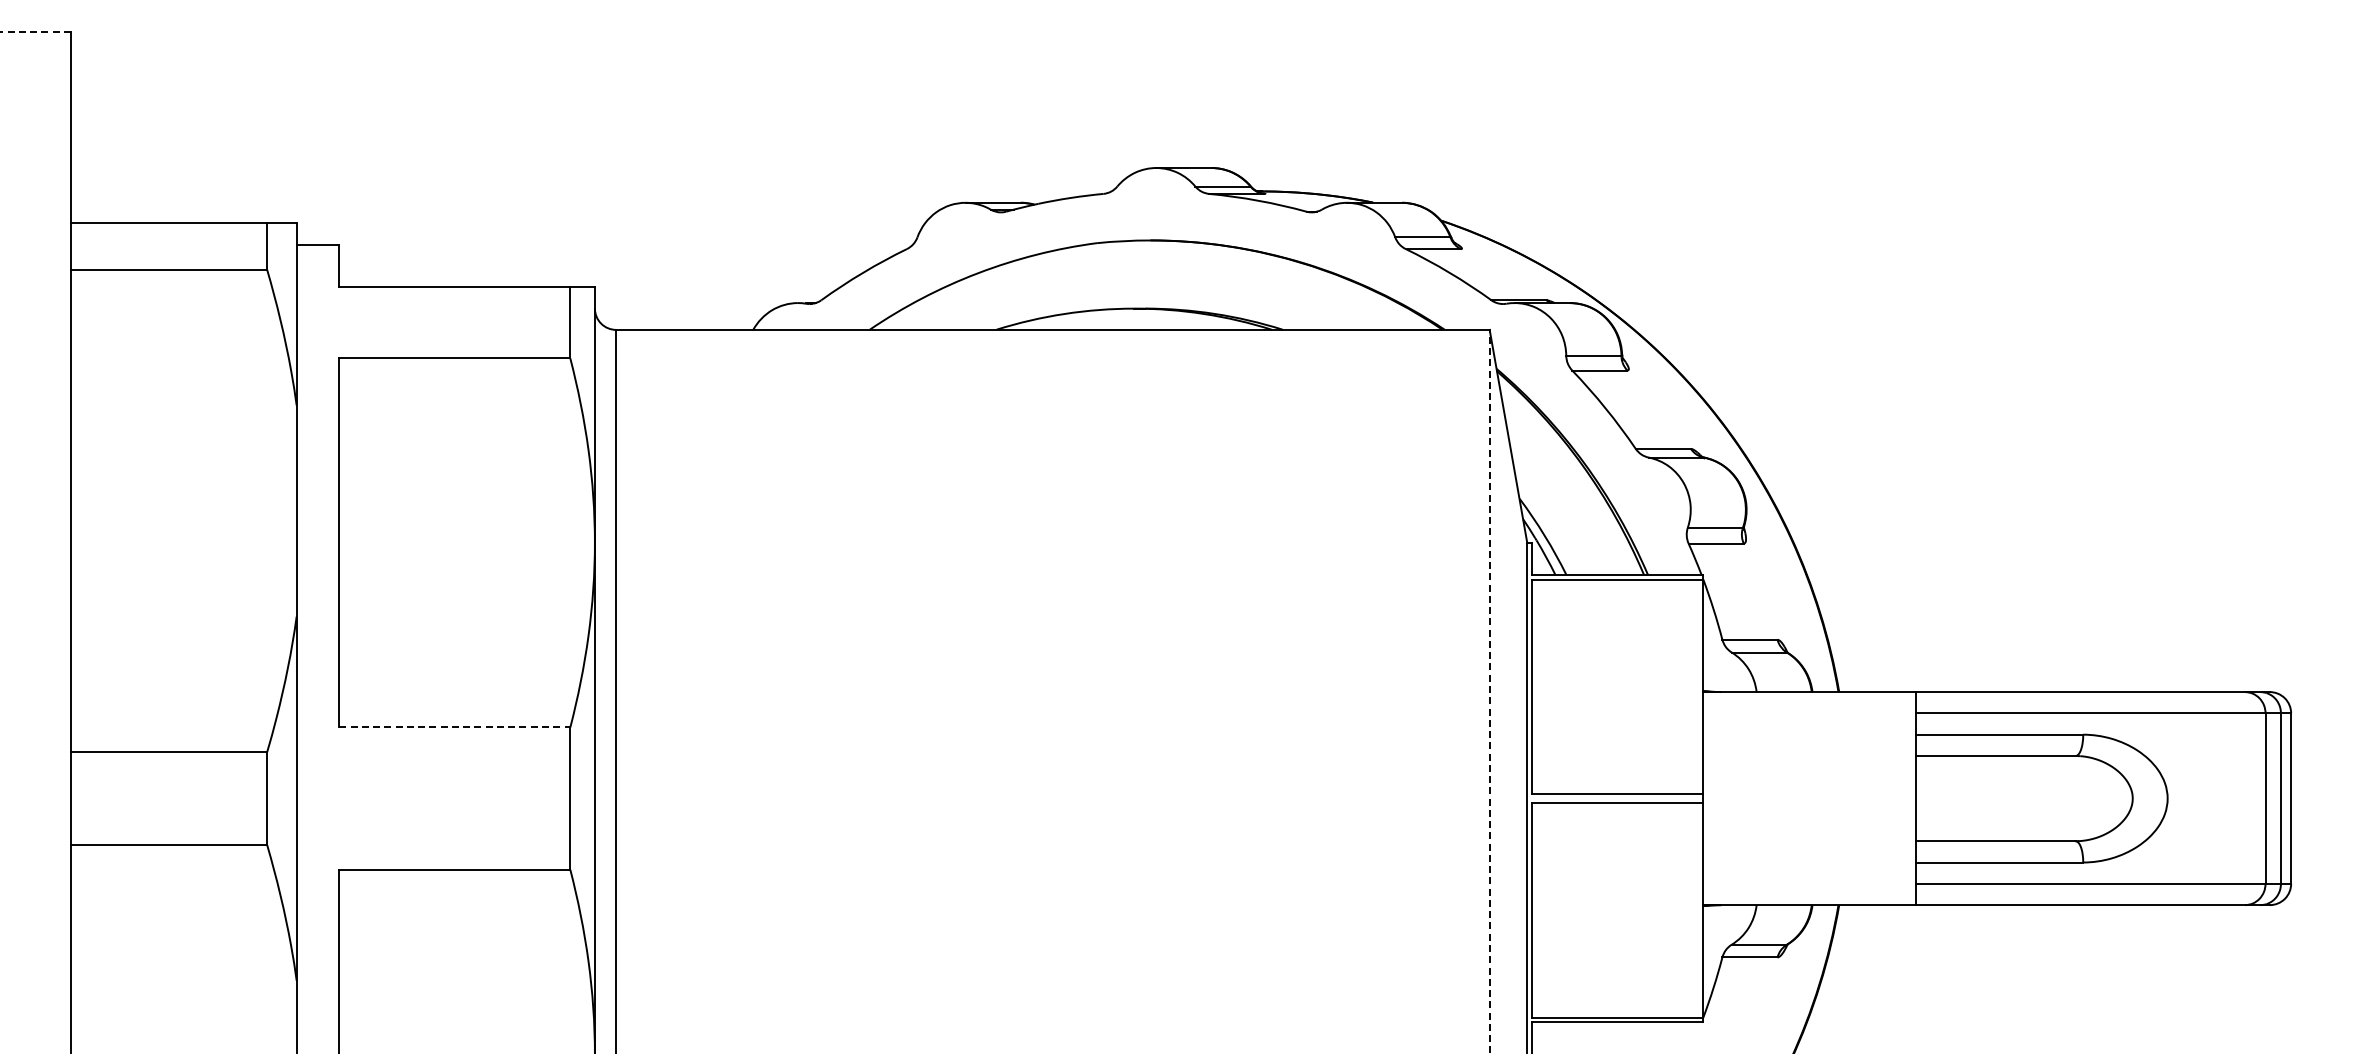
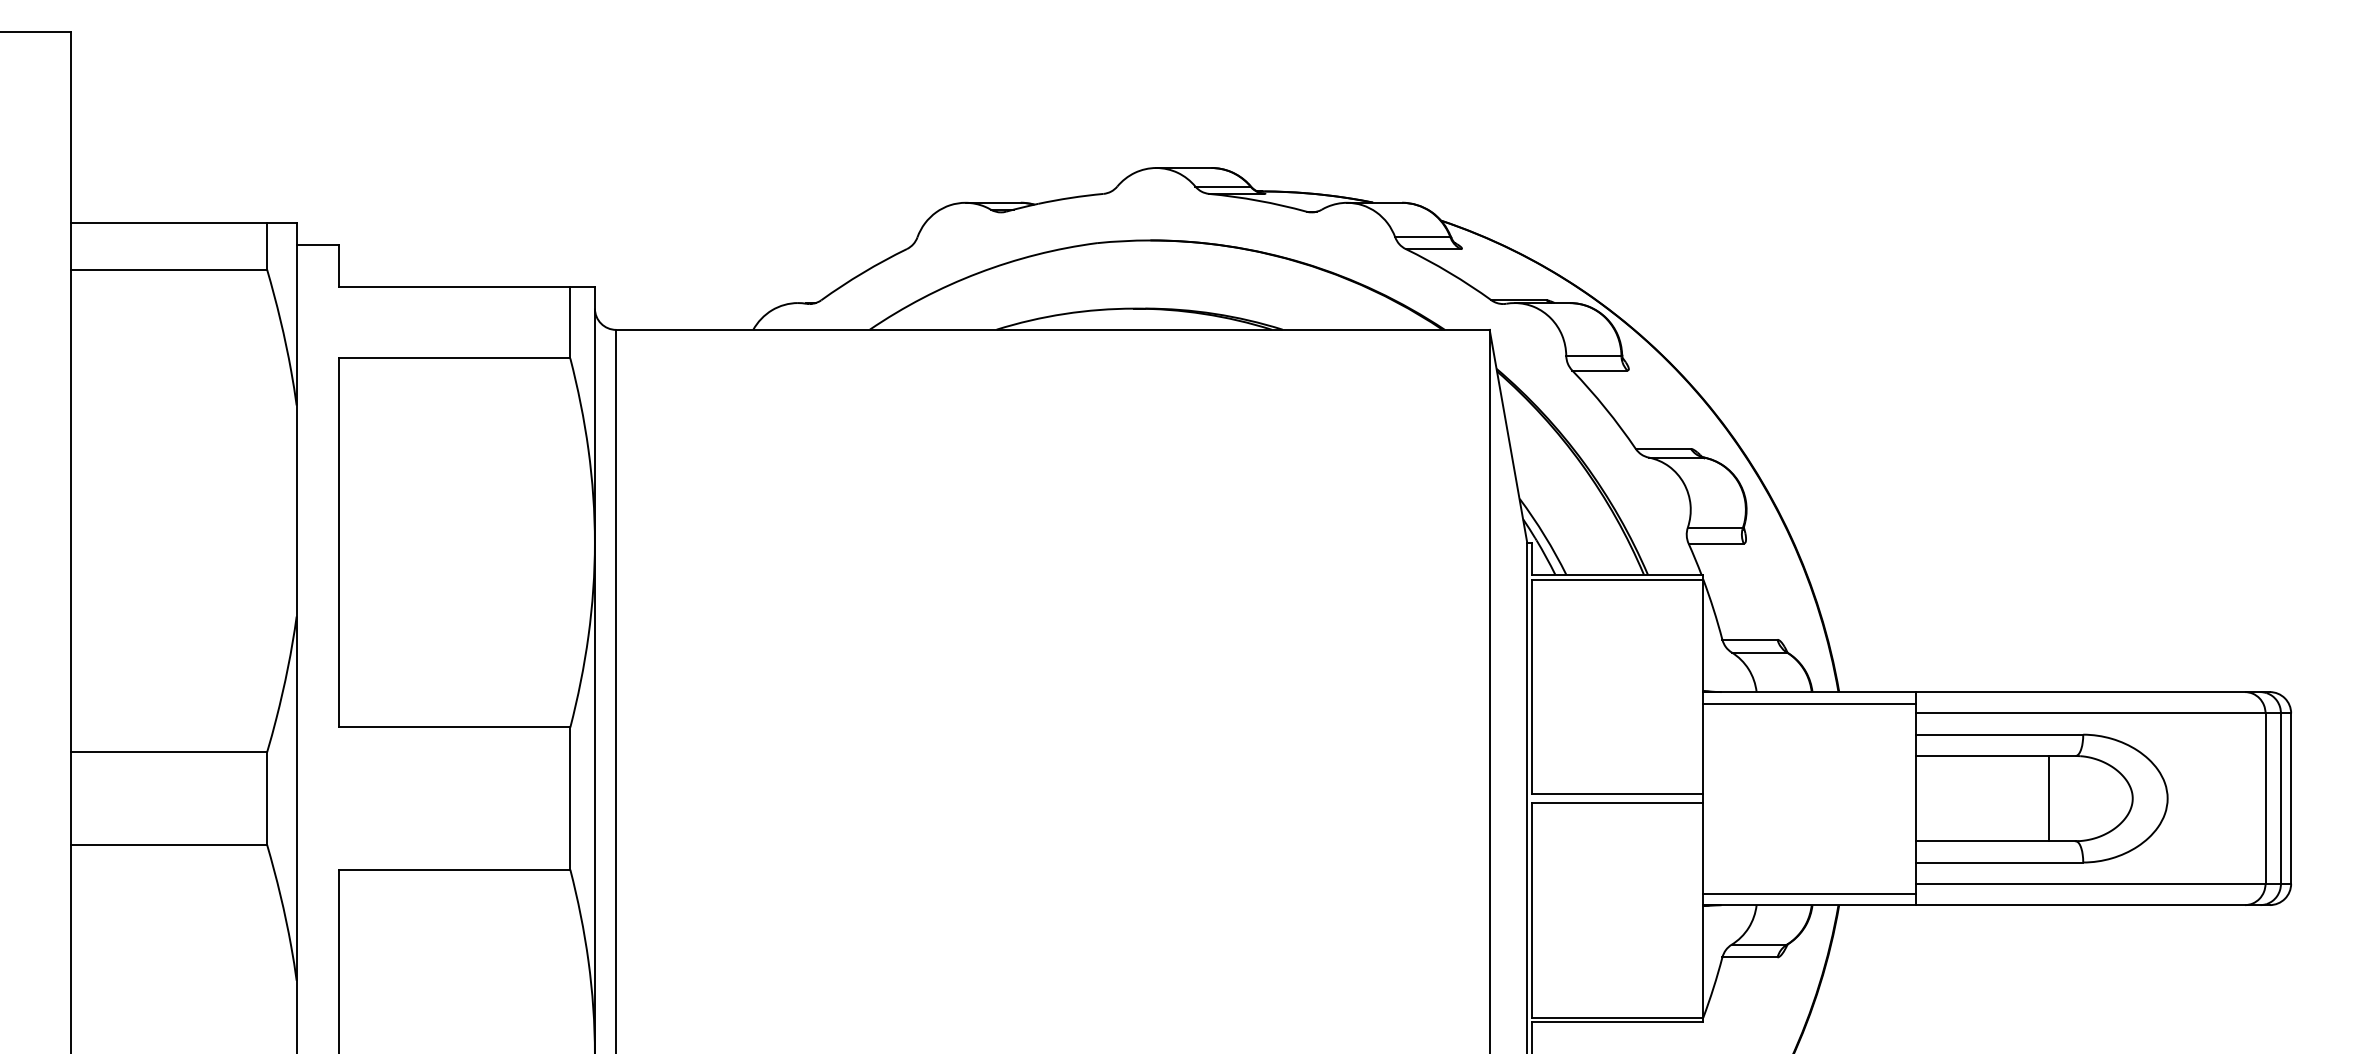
line at (35, 31): dashed -> solid
line at (1489, 691): dashed -> solid
line at (1808, 703): none -> present
line at (454, 727): dashed -> solid
line at (2048, 798): none -> present
line at (1808, 893): none -> present
